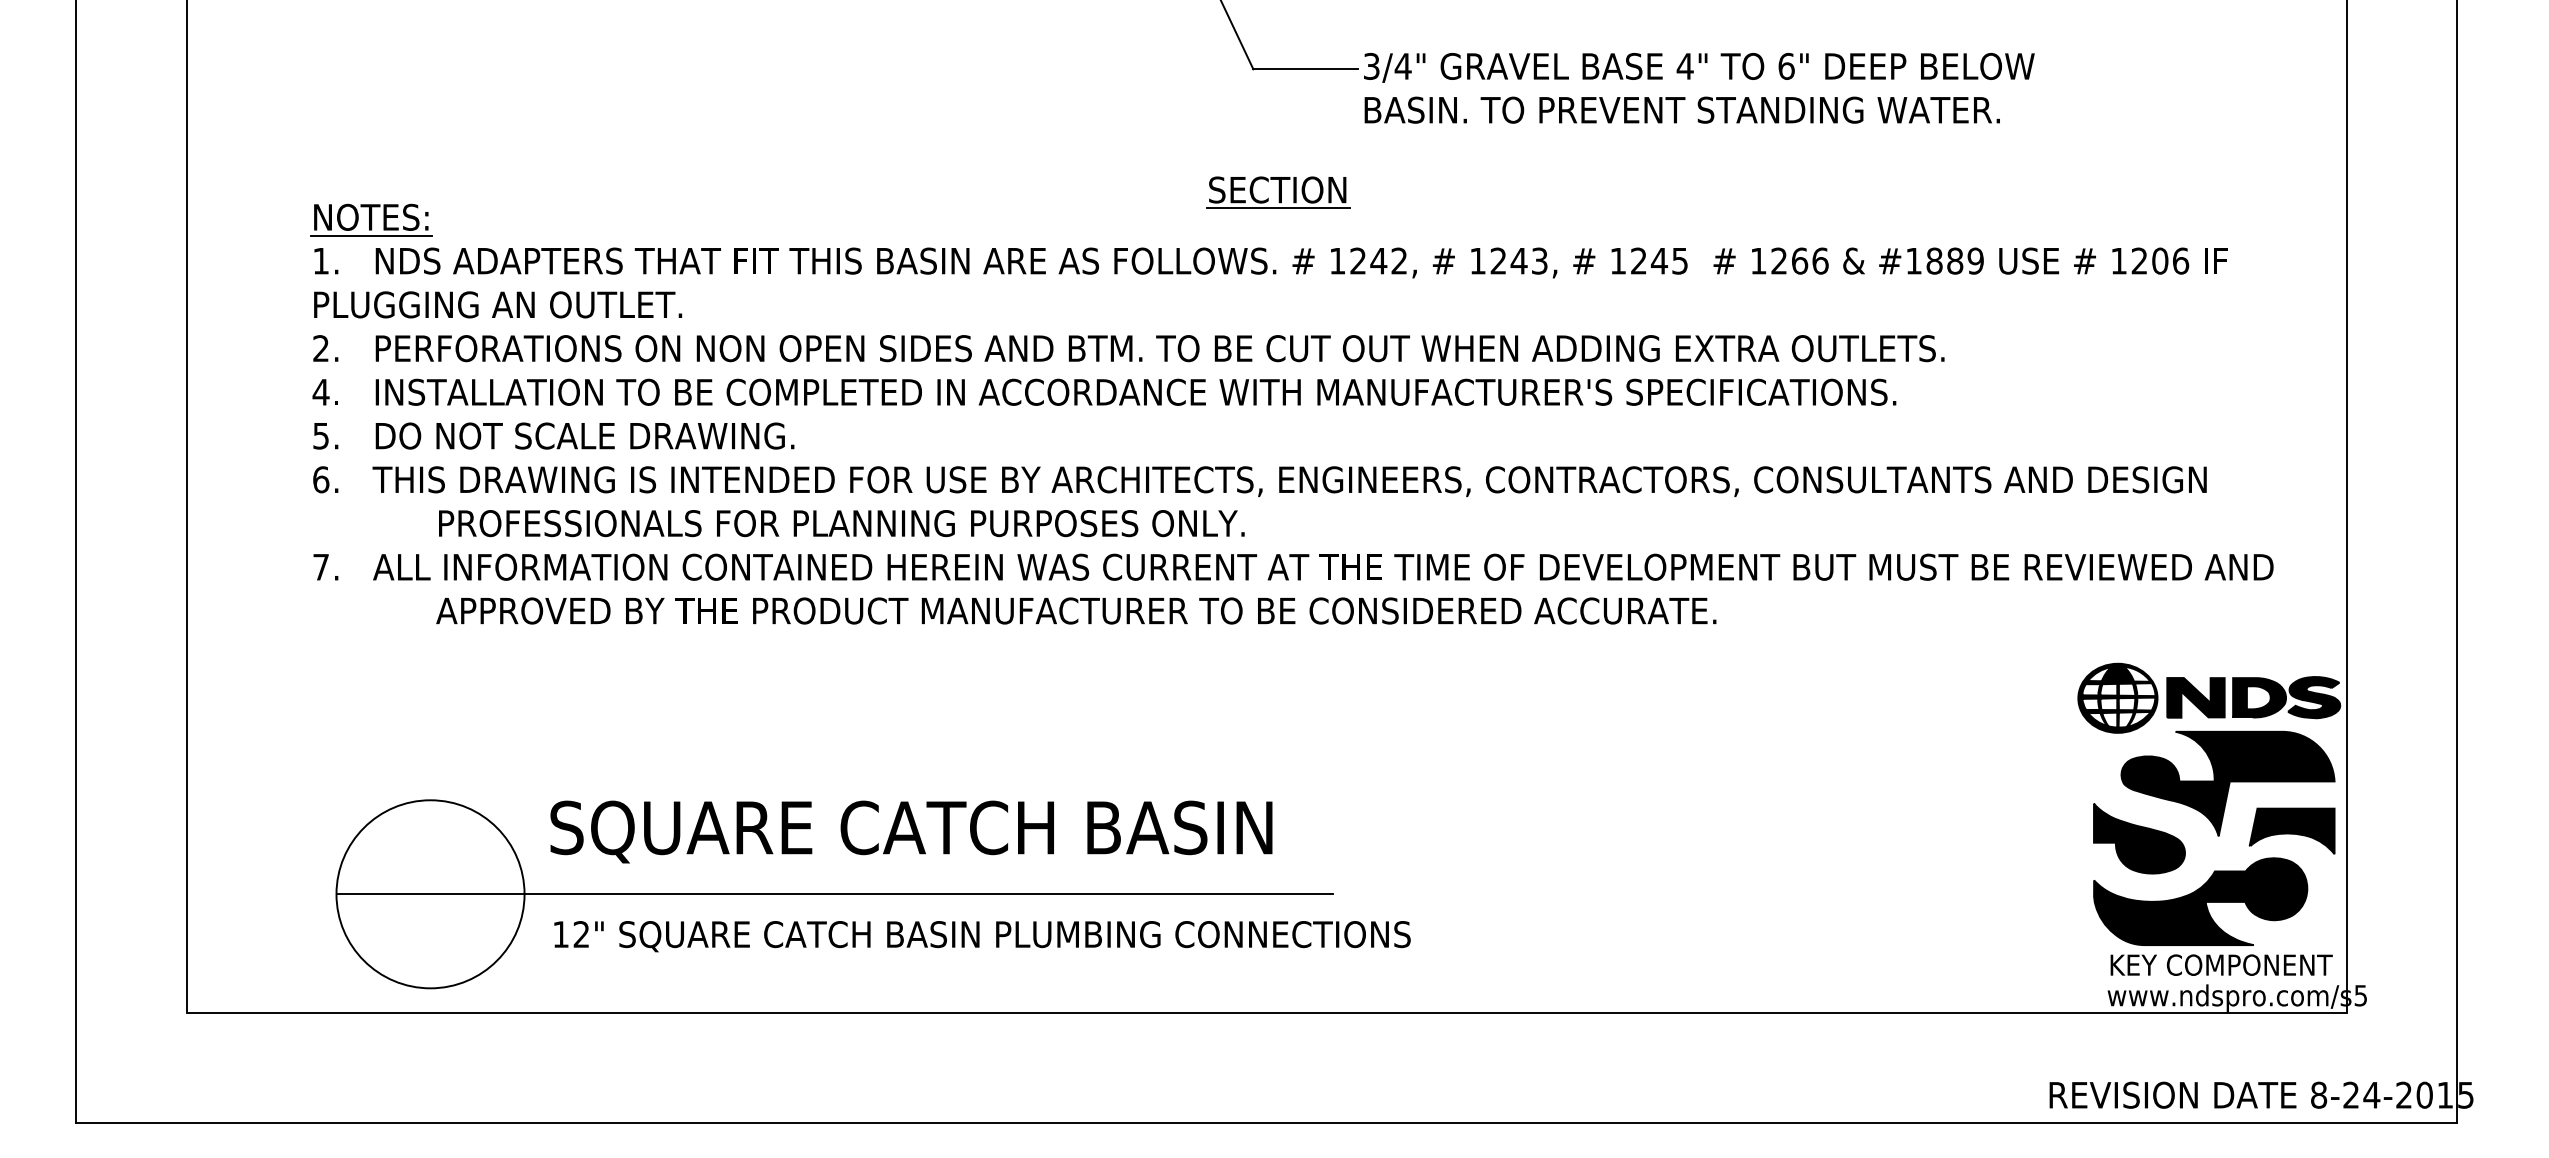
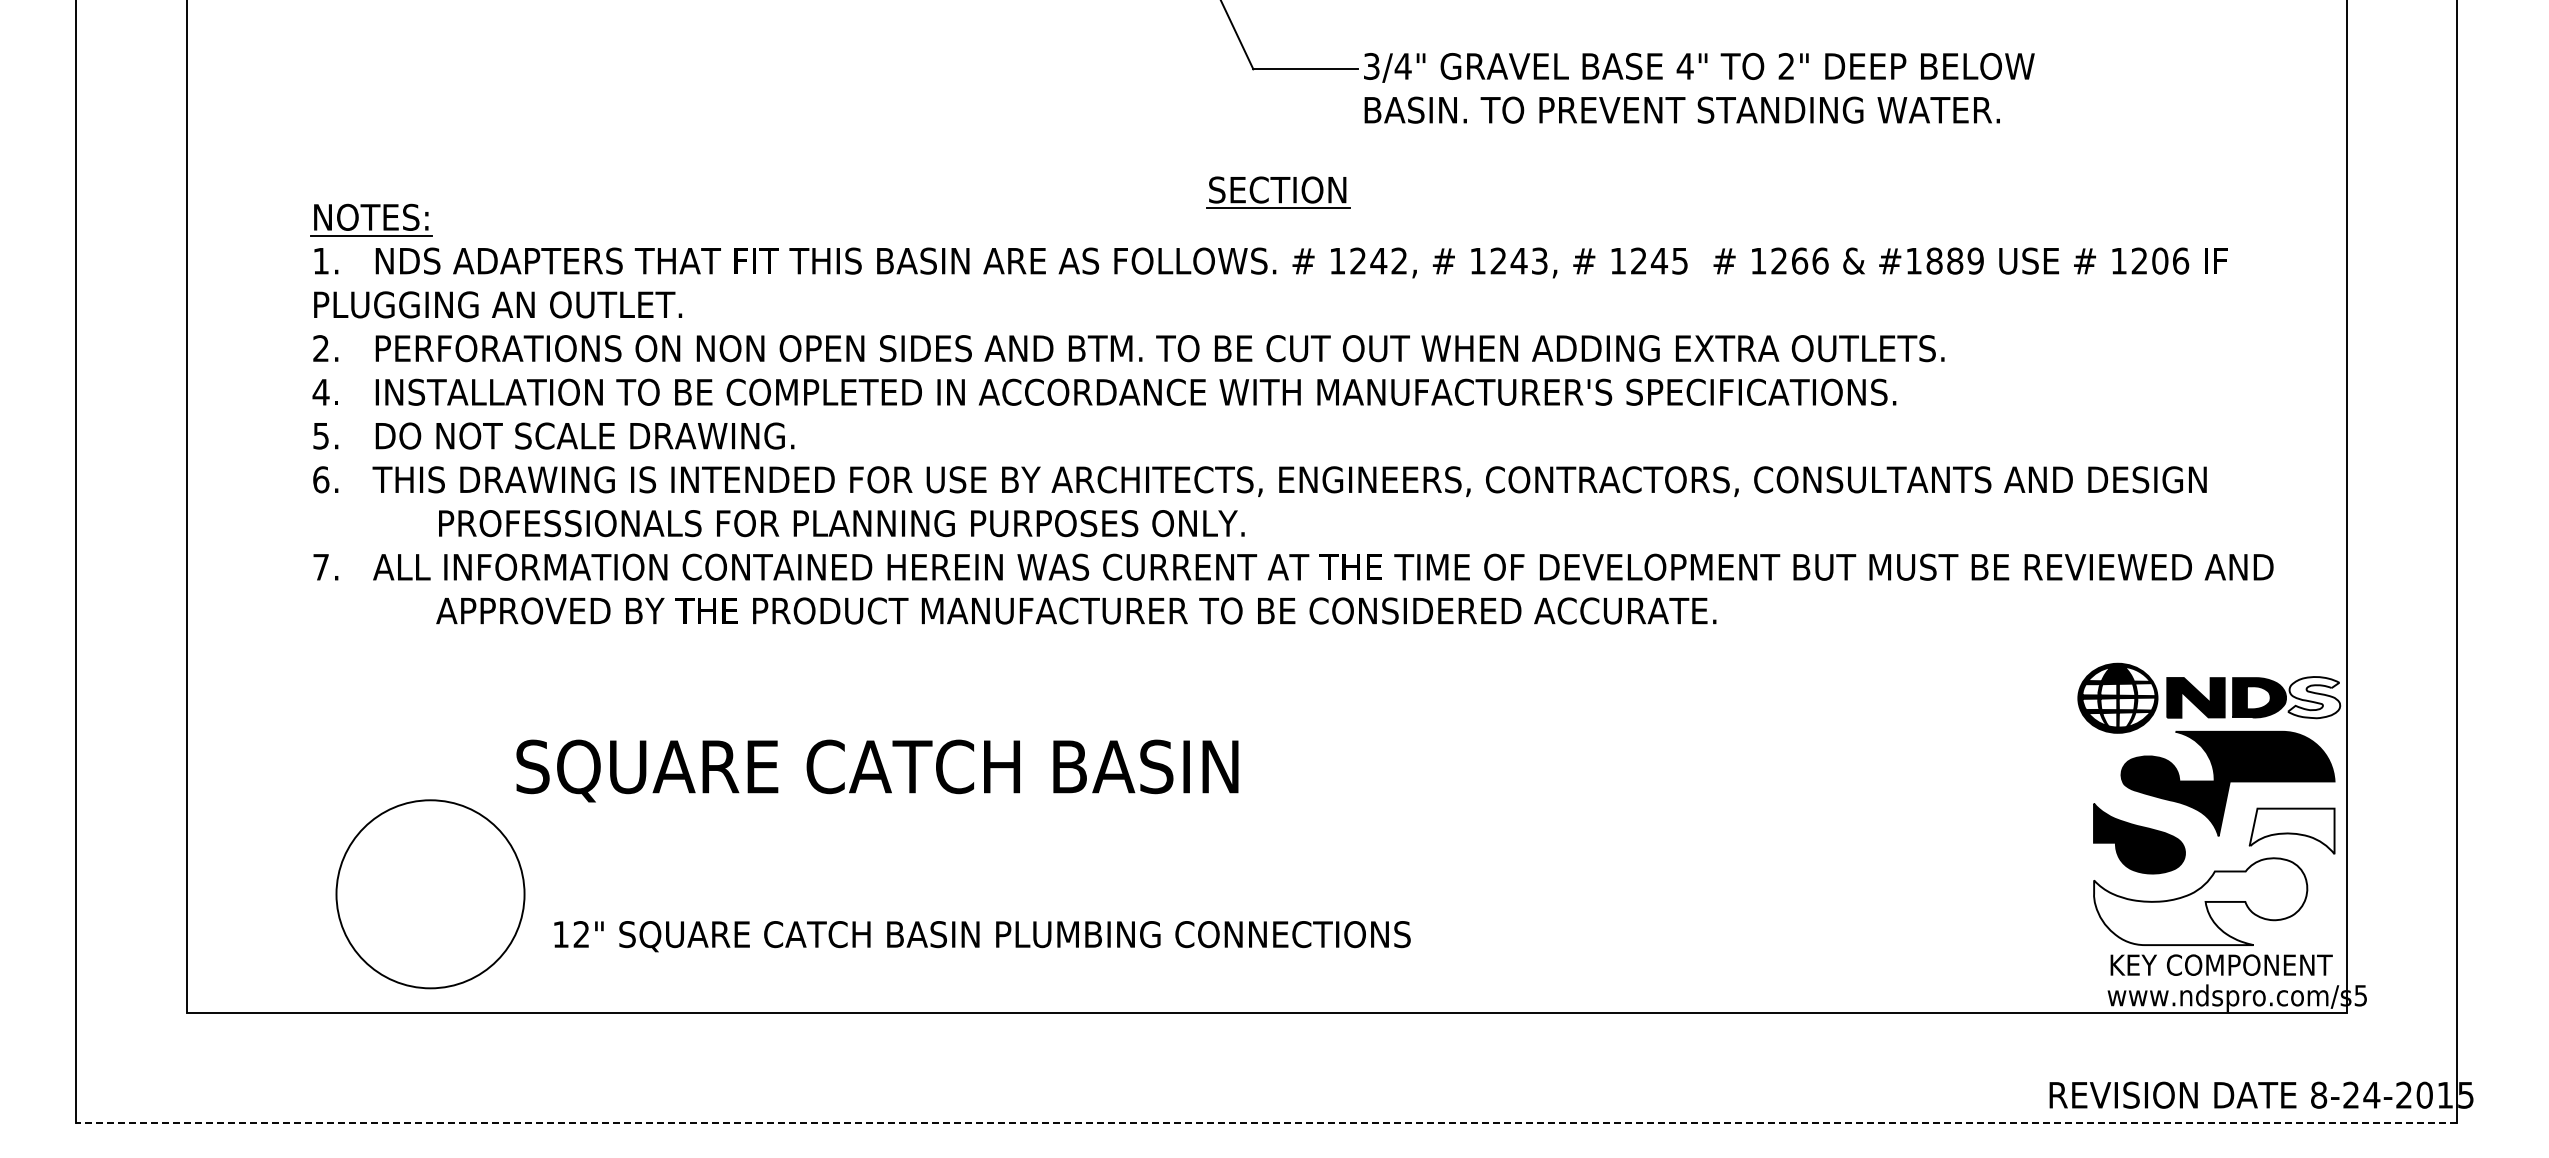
text at (1786, 65): 6" -> 2"
fill at (2314, 697): present -> none
text at (911, 831) position: (911, 831) -> (877, 770)
fill at (2291, 831): present -> none
line at (834, 894): present -> none
fill at (2200, 901): present -> none
line at (1266, 1123): solid -> dashed
